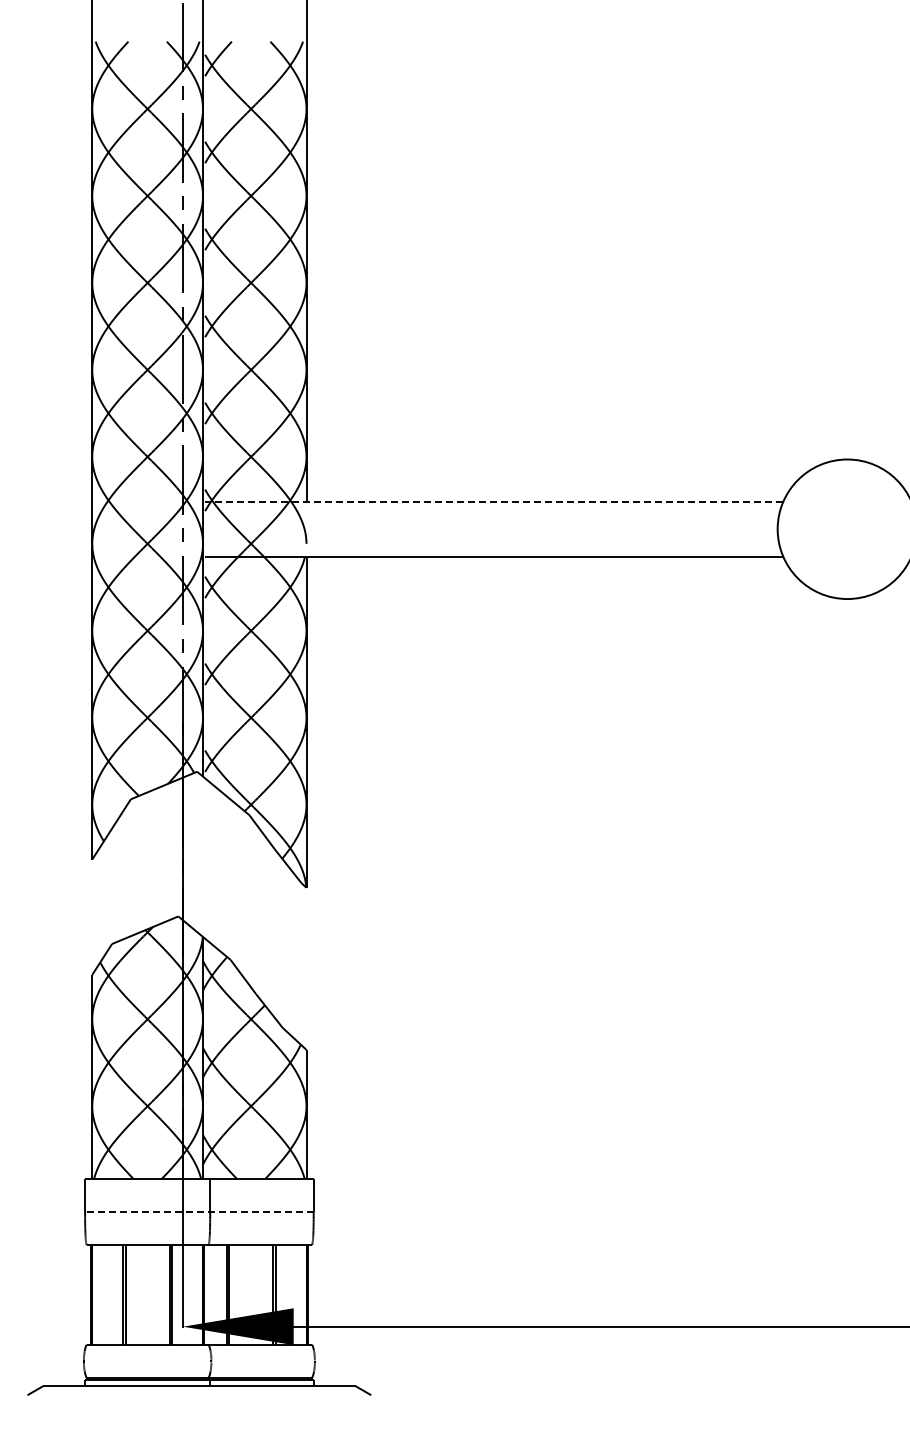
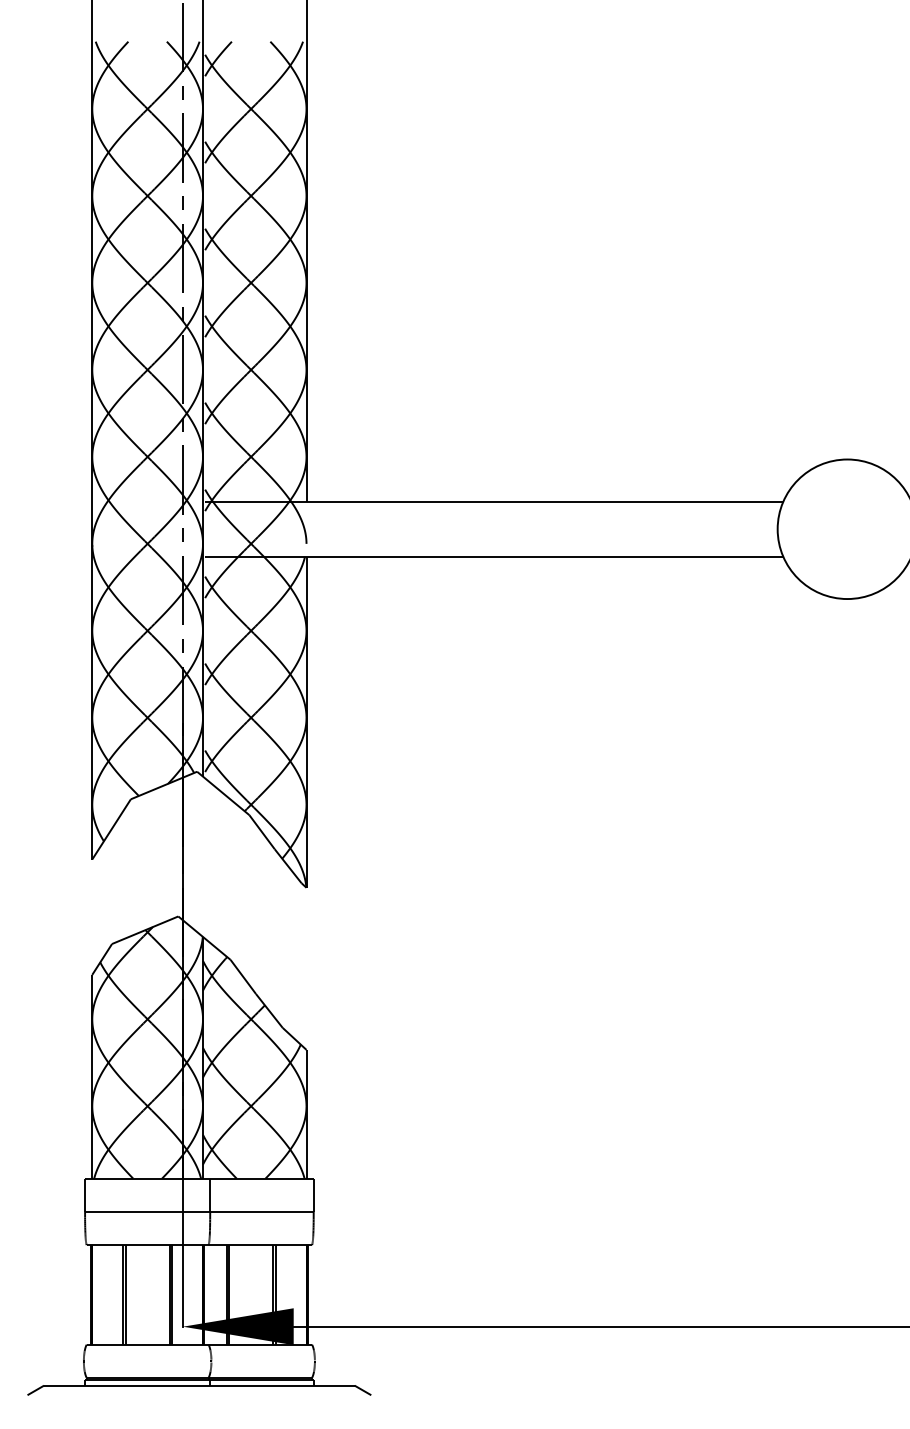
line at (493, 501): dashed -> solid
line at (198, 1211): dashed -> solid
